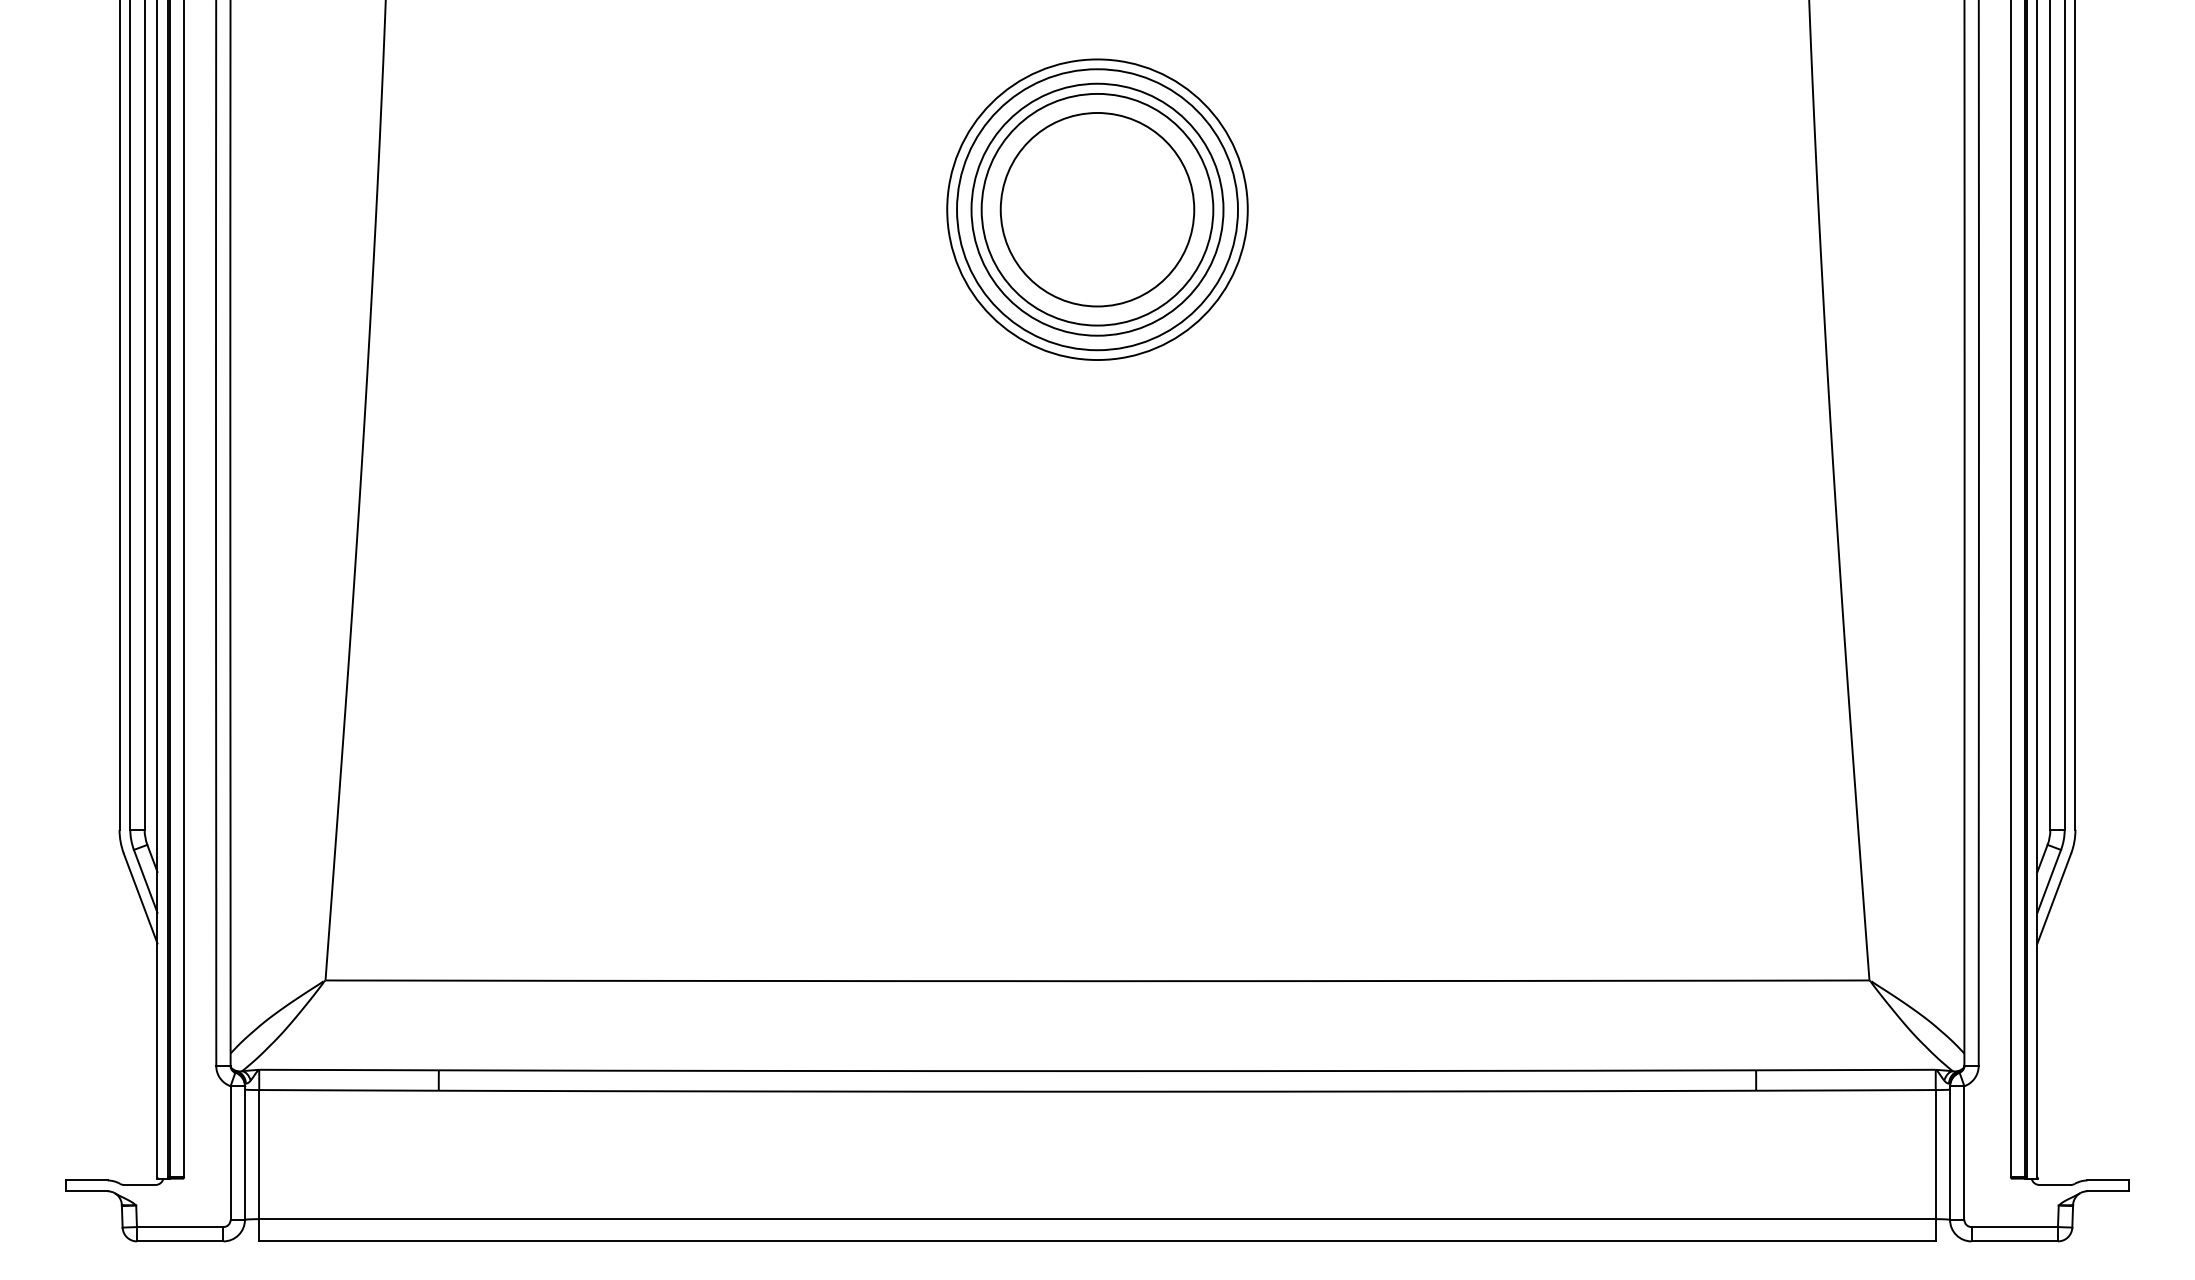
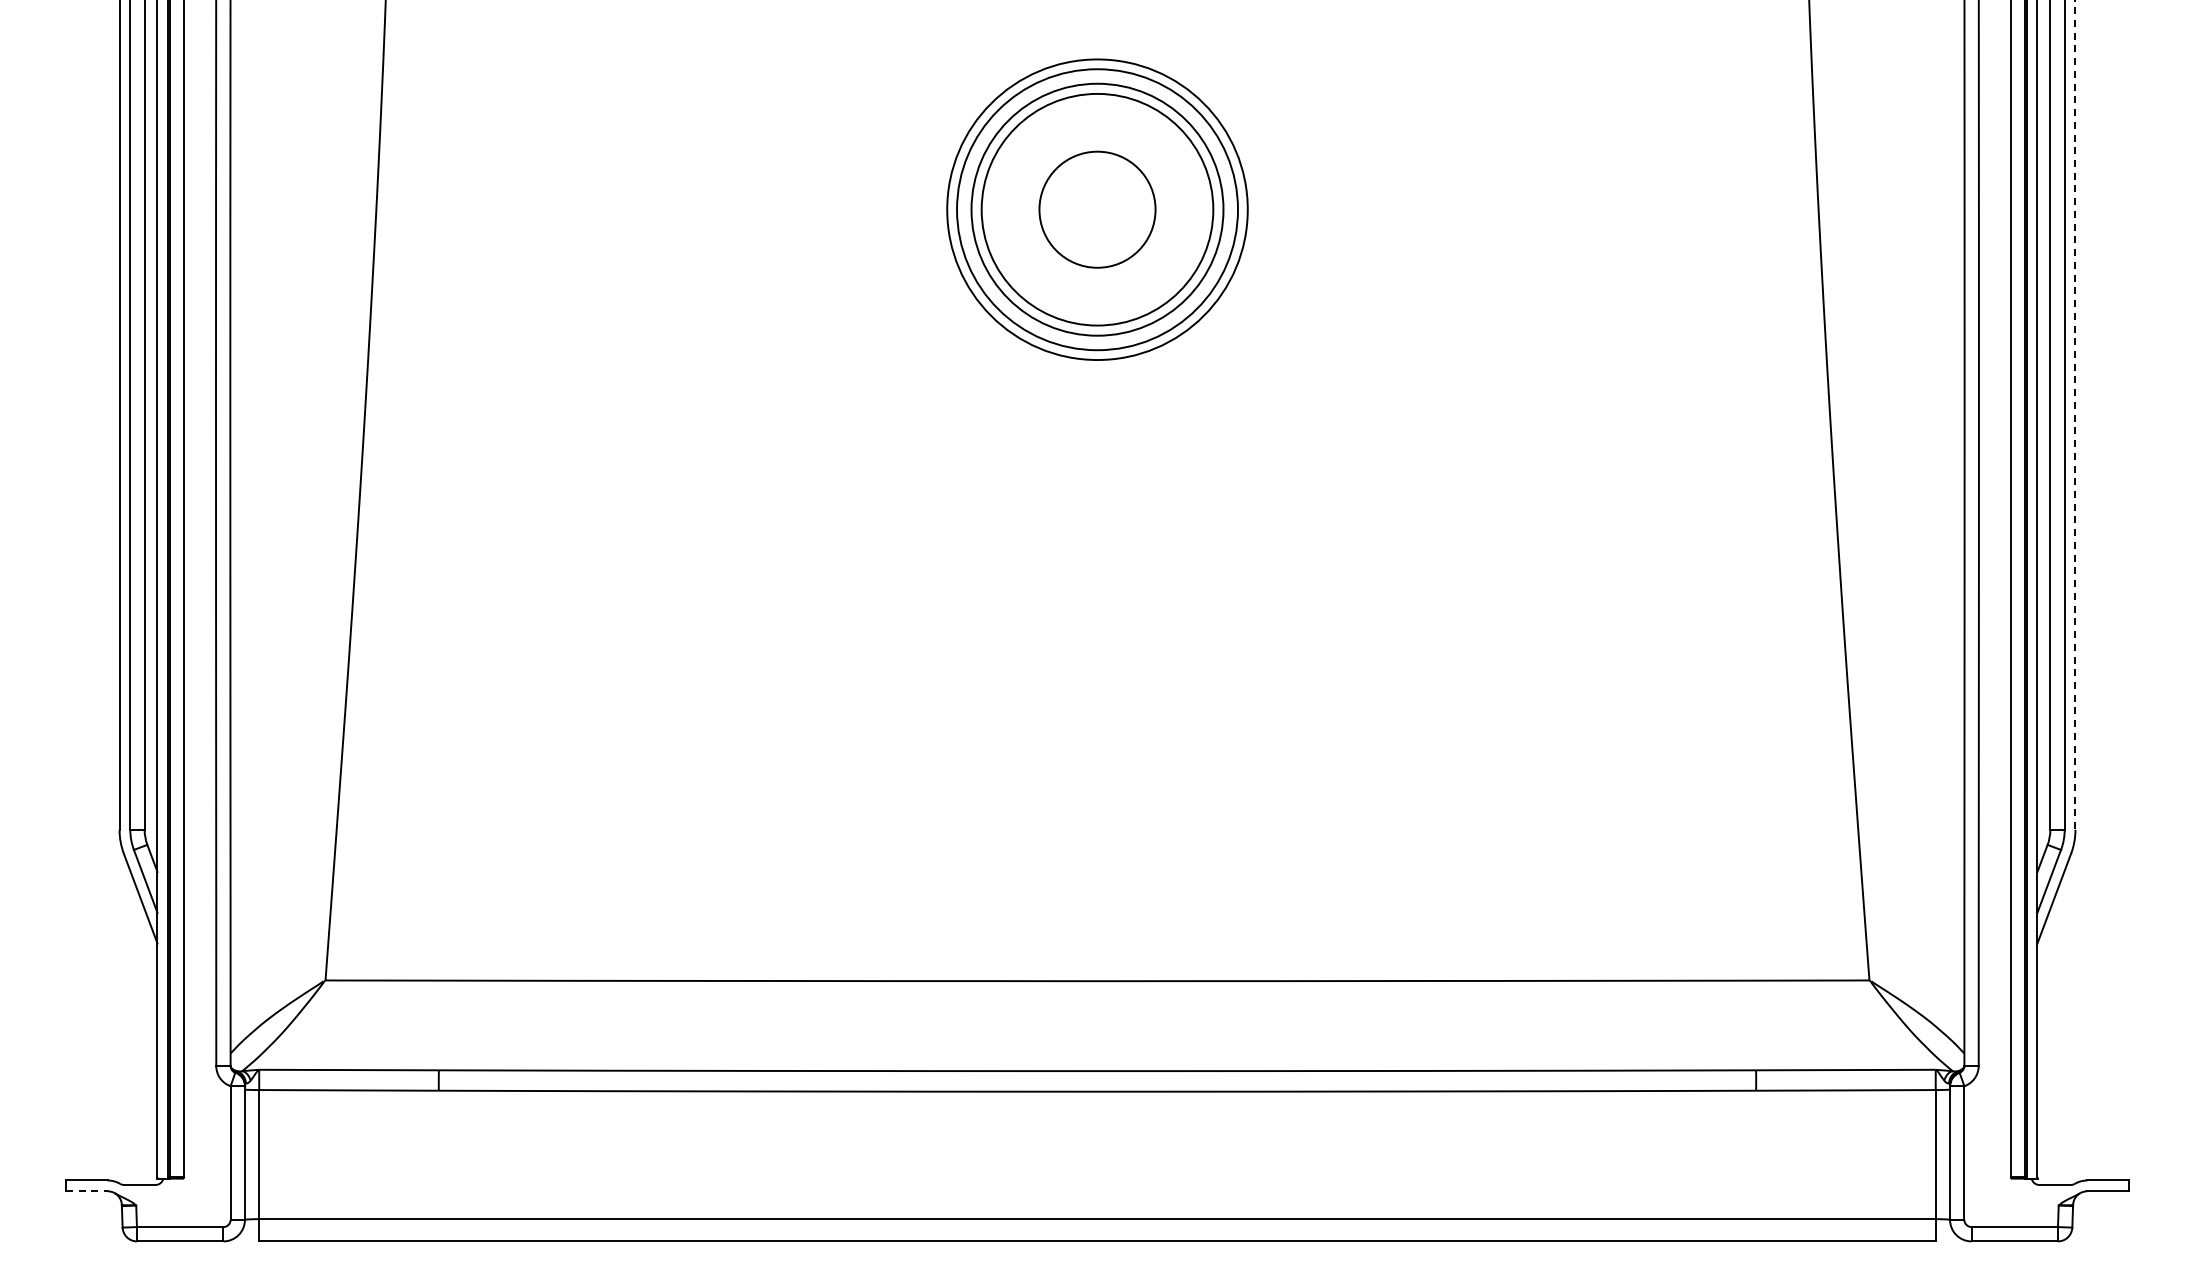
circle at (1097, 209) diameter: 193 px -> 116 px
line at (2075, 415): solid -> dashed
line at (86, 1191): solid -> dashed
